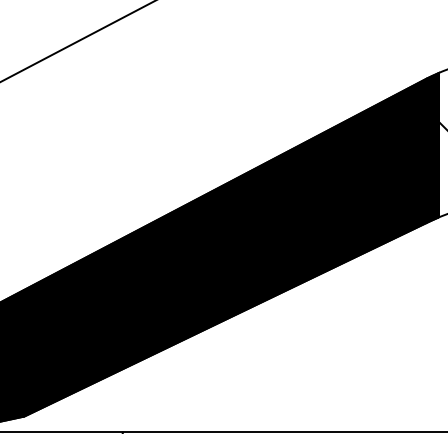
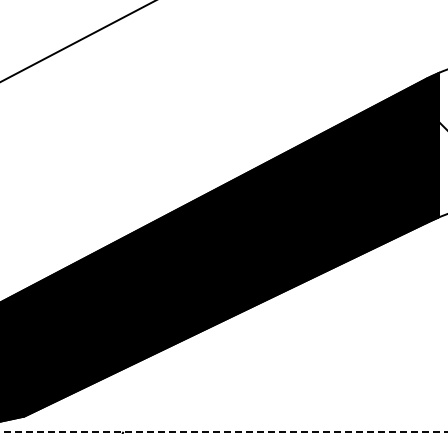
line at (224, 431): solid -> dashed
